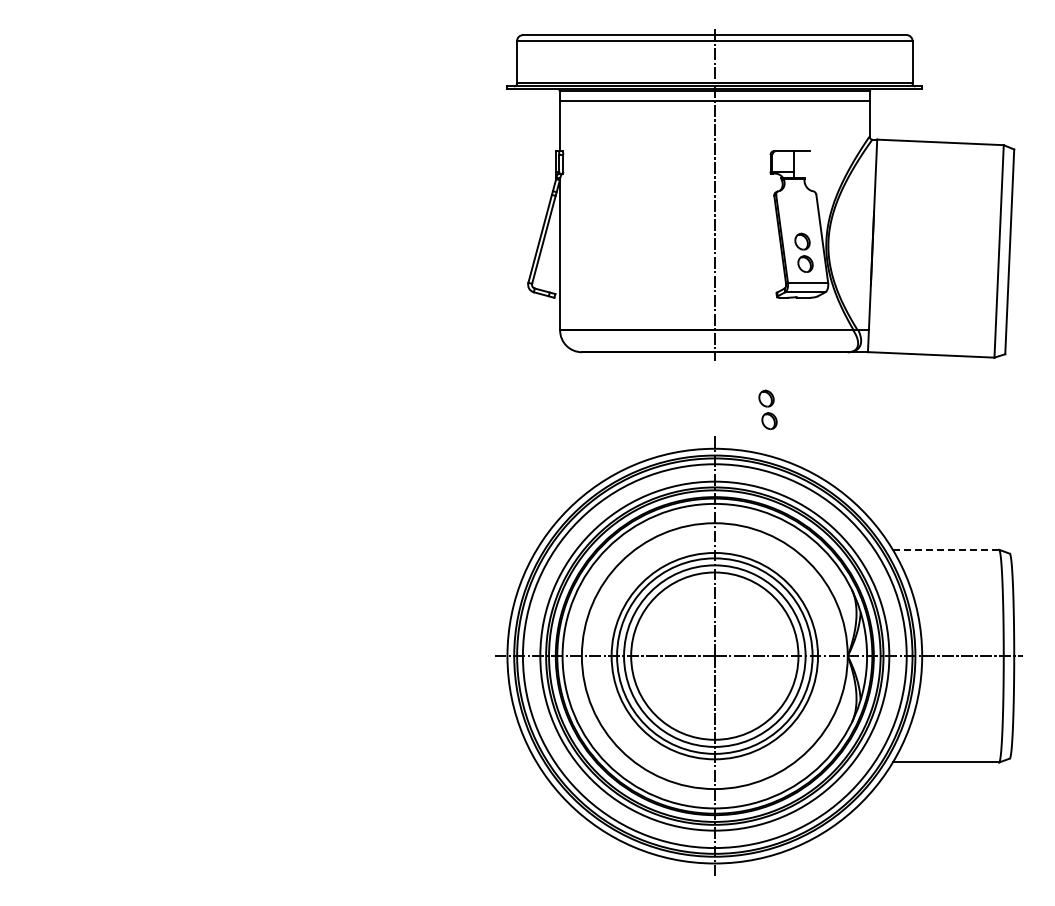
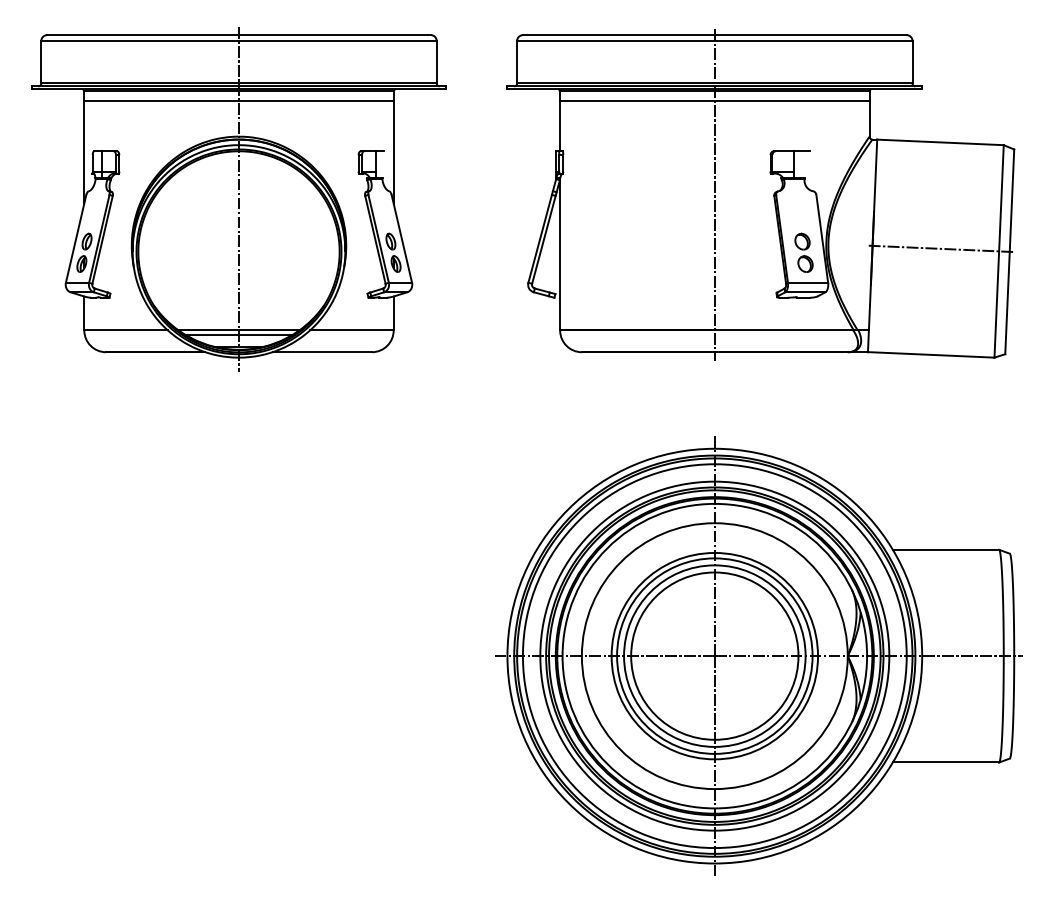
part at (238, 199): none -> present
line at (940, 248): none -> present
part at (767, 409): present -> none
line at (945, 549): dashed -> solid
